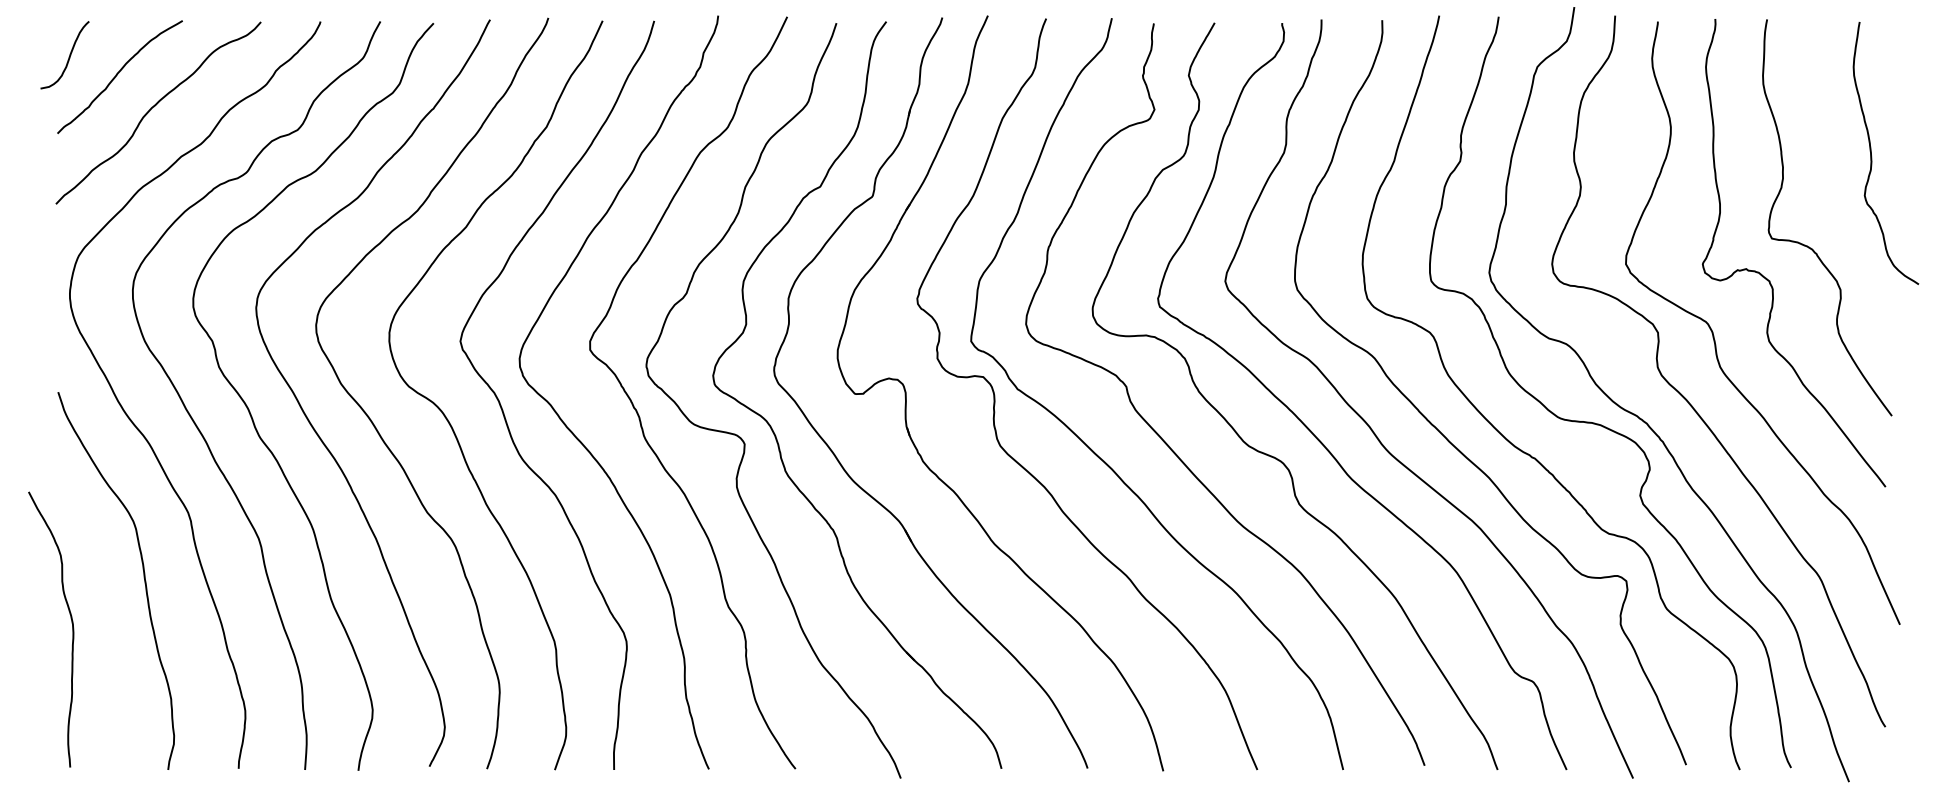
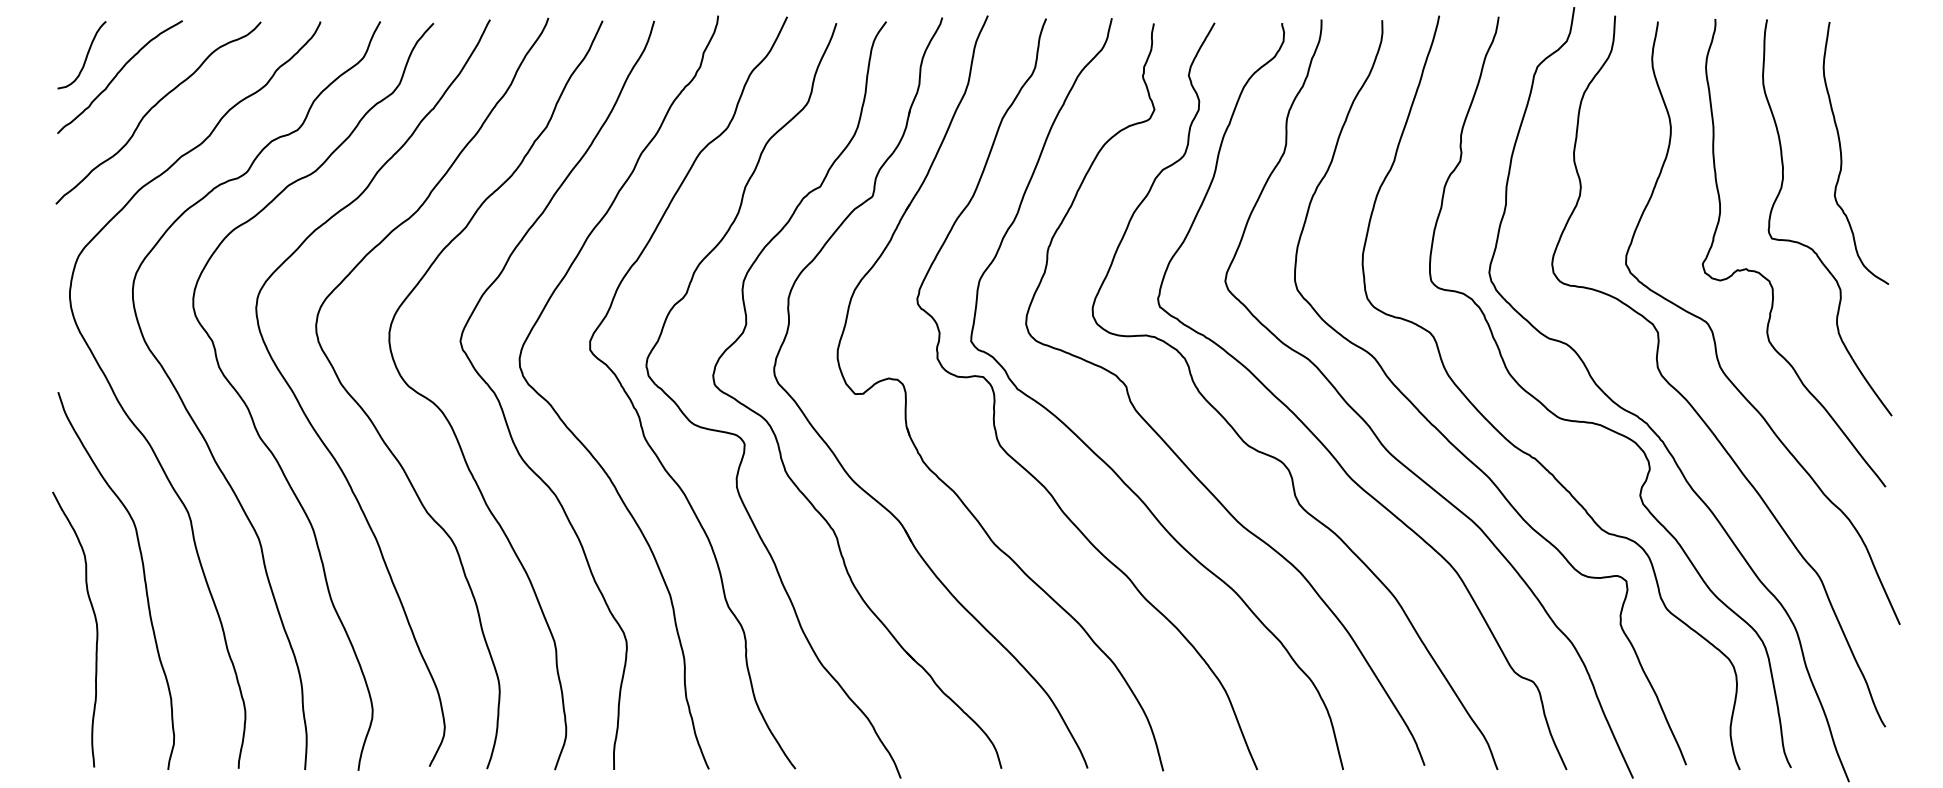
curve at (68, 57) position: (68, 57) -> (85, 57)
curve at (1872, 156) position: (1872, 156) -> (1842, 156)
curve at (71, 623) position: (71, 623) -> (95, 623)
